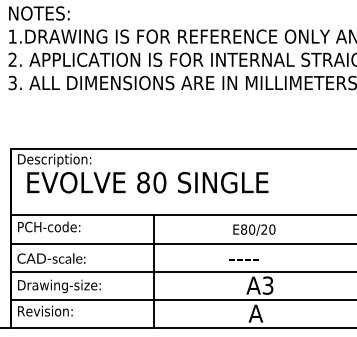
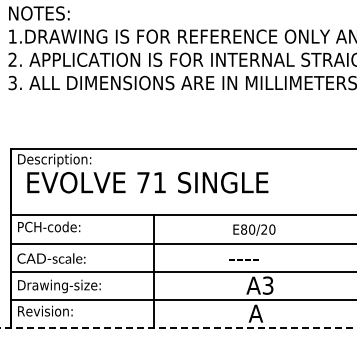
text at (151, 182): 80 -> 71
line at (178, 327): solid -> dashed
